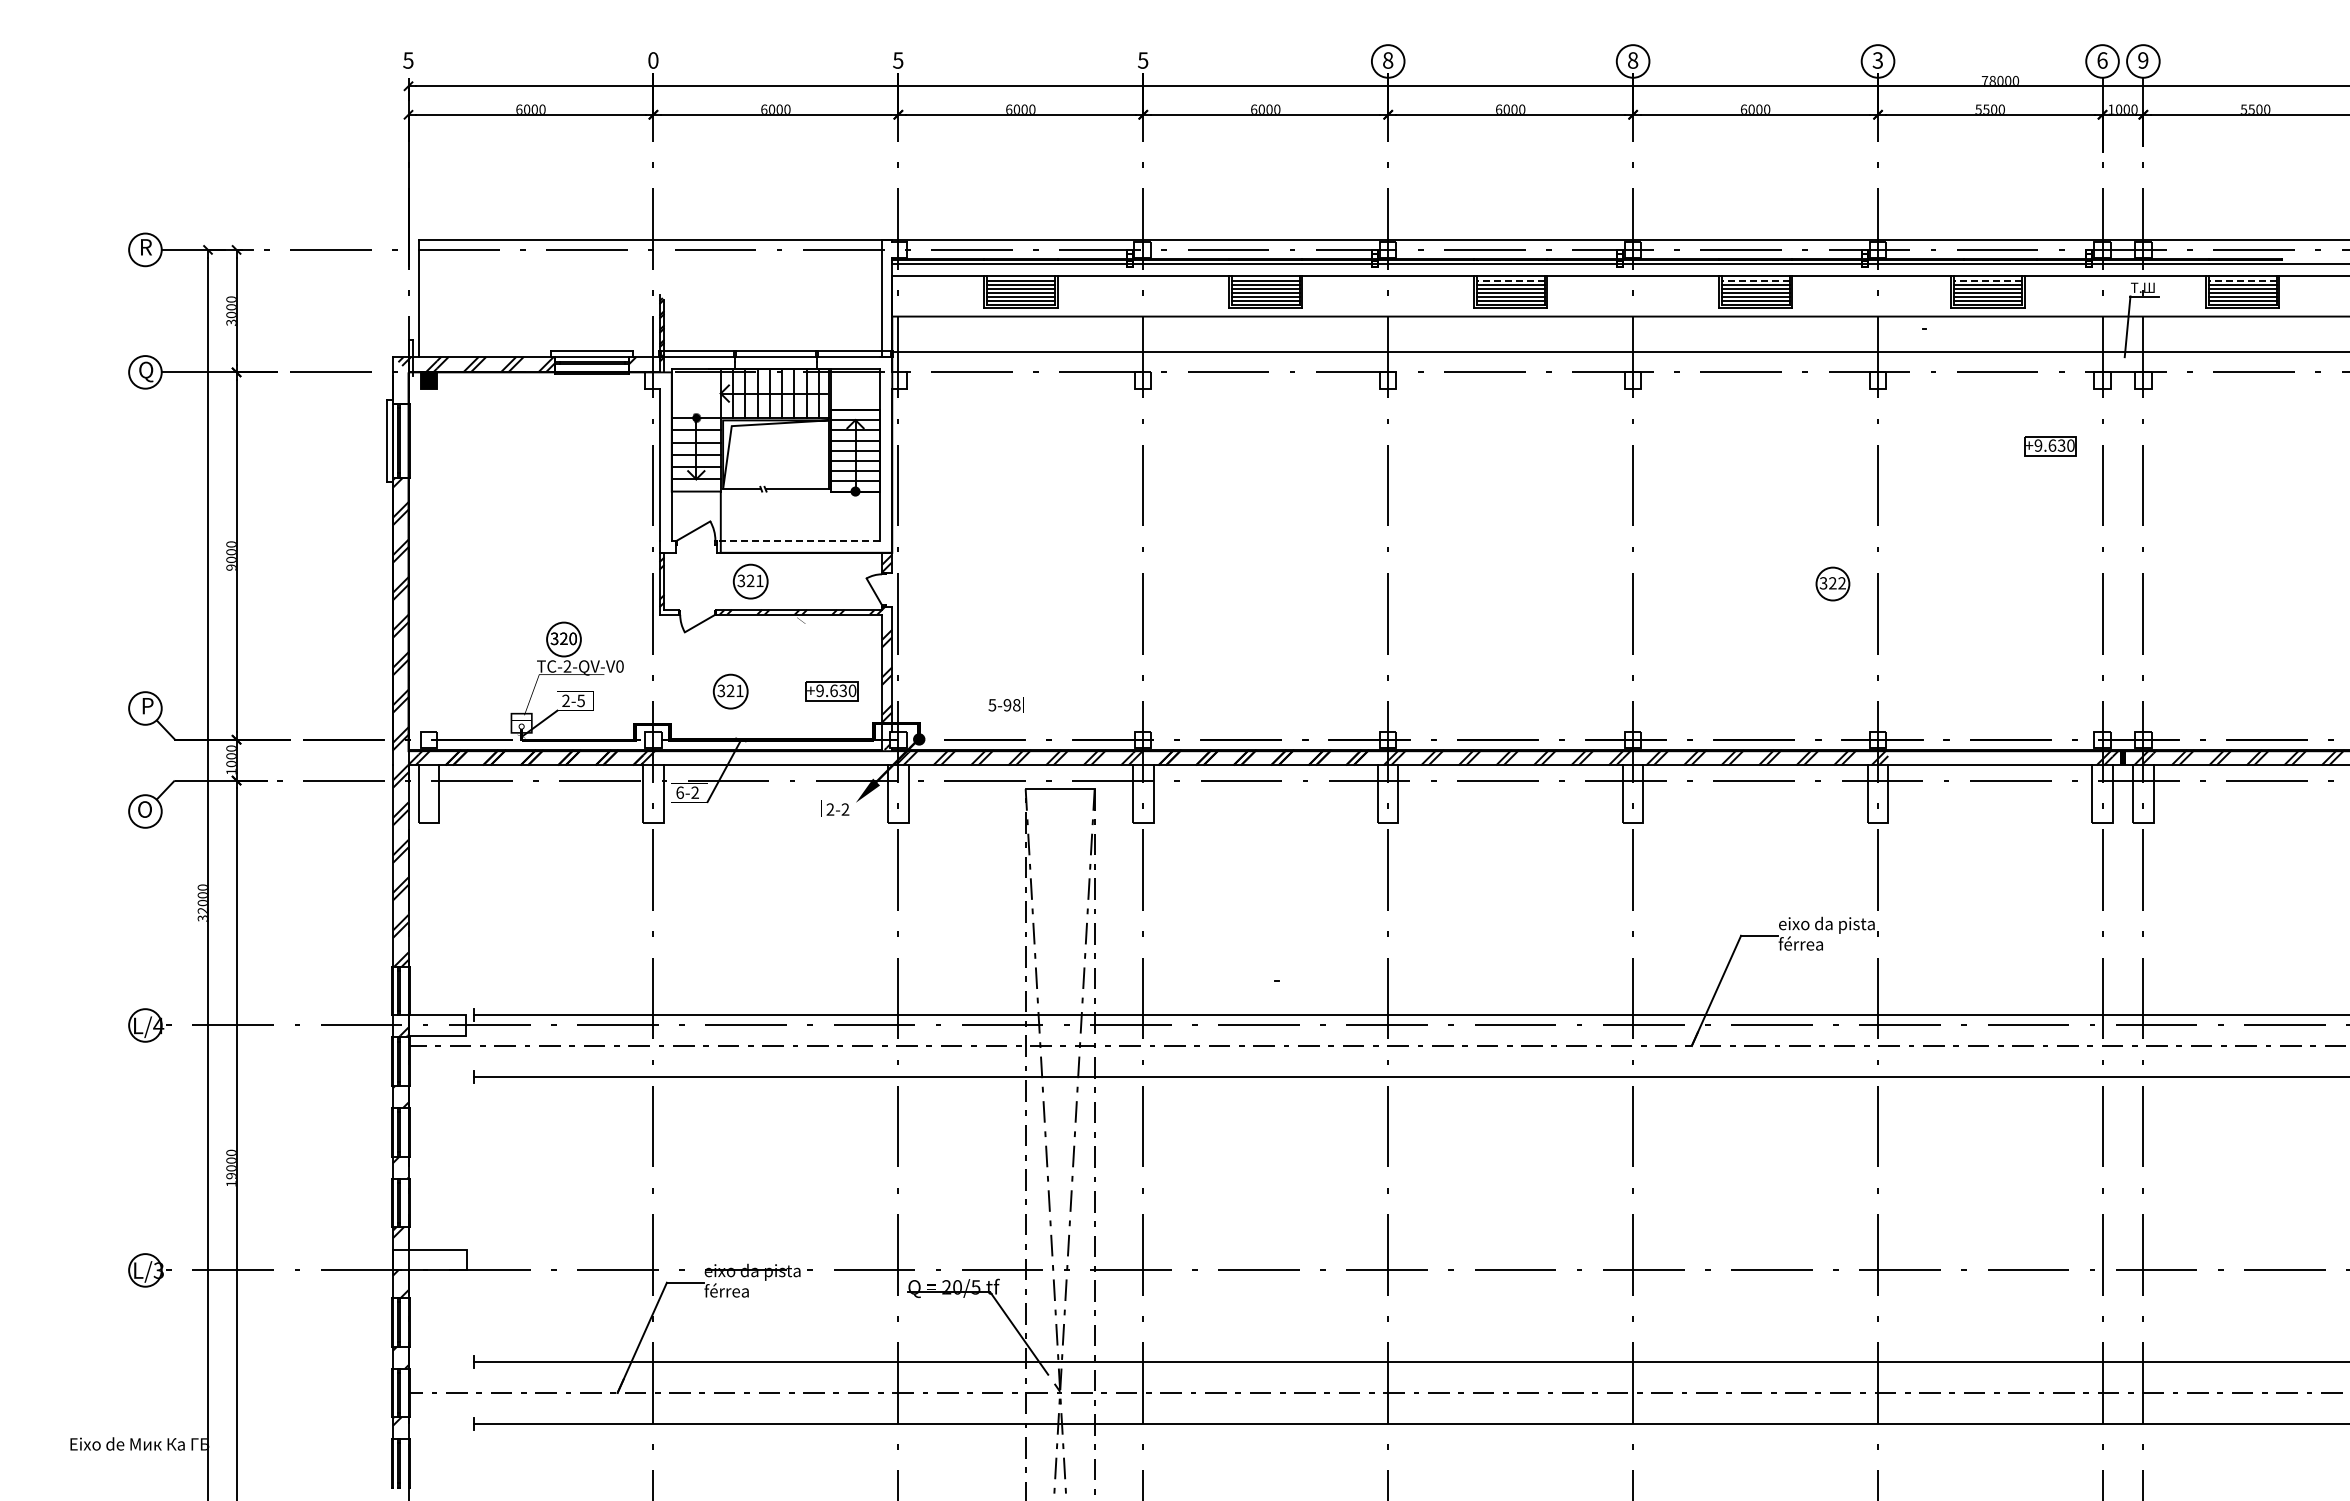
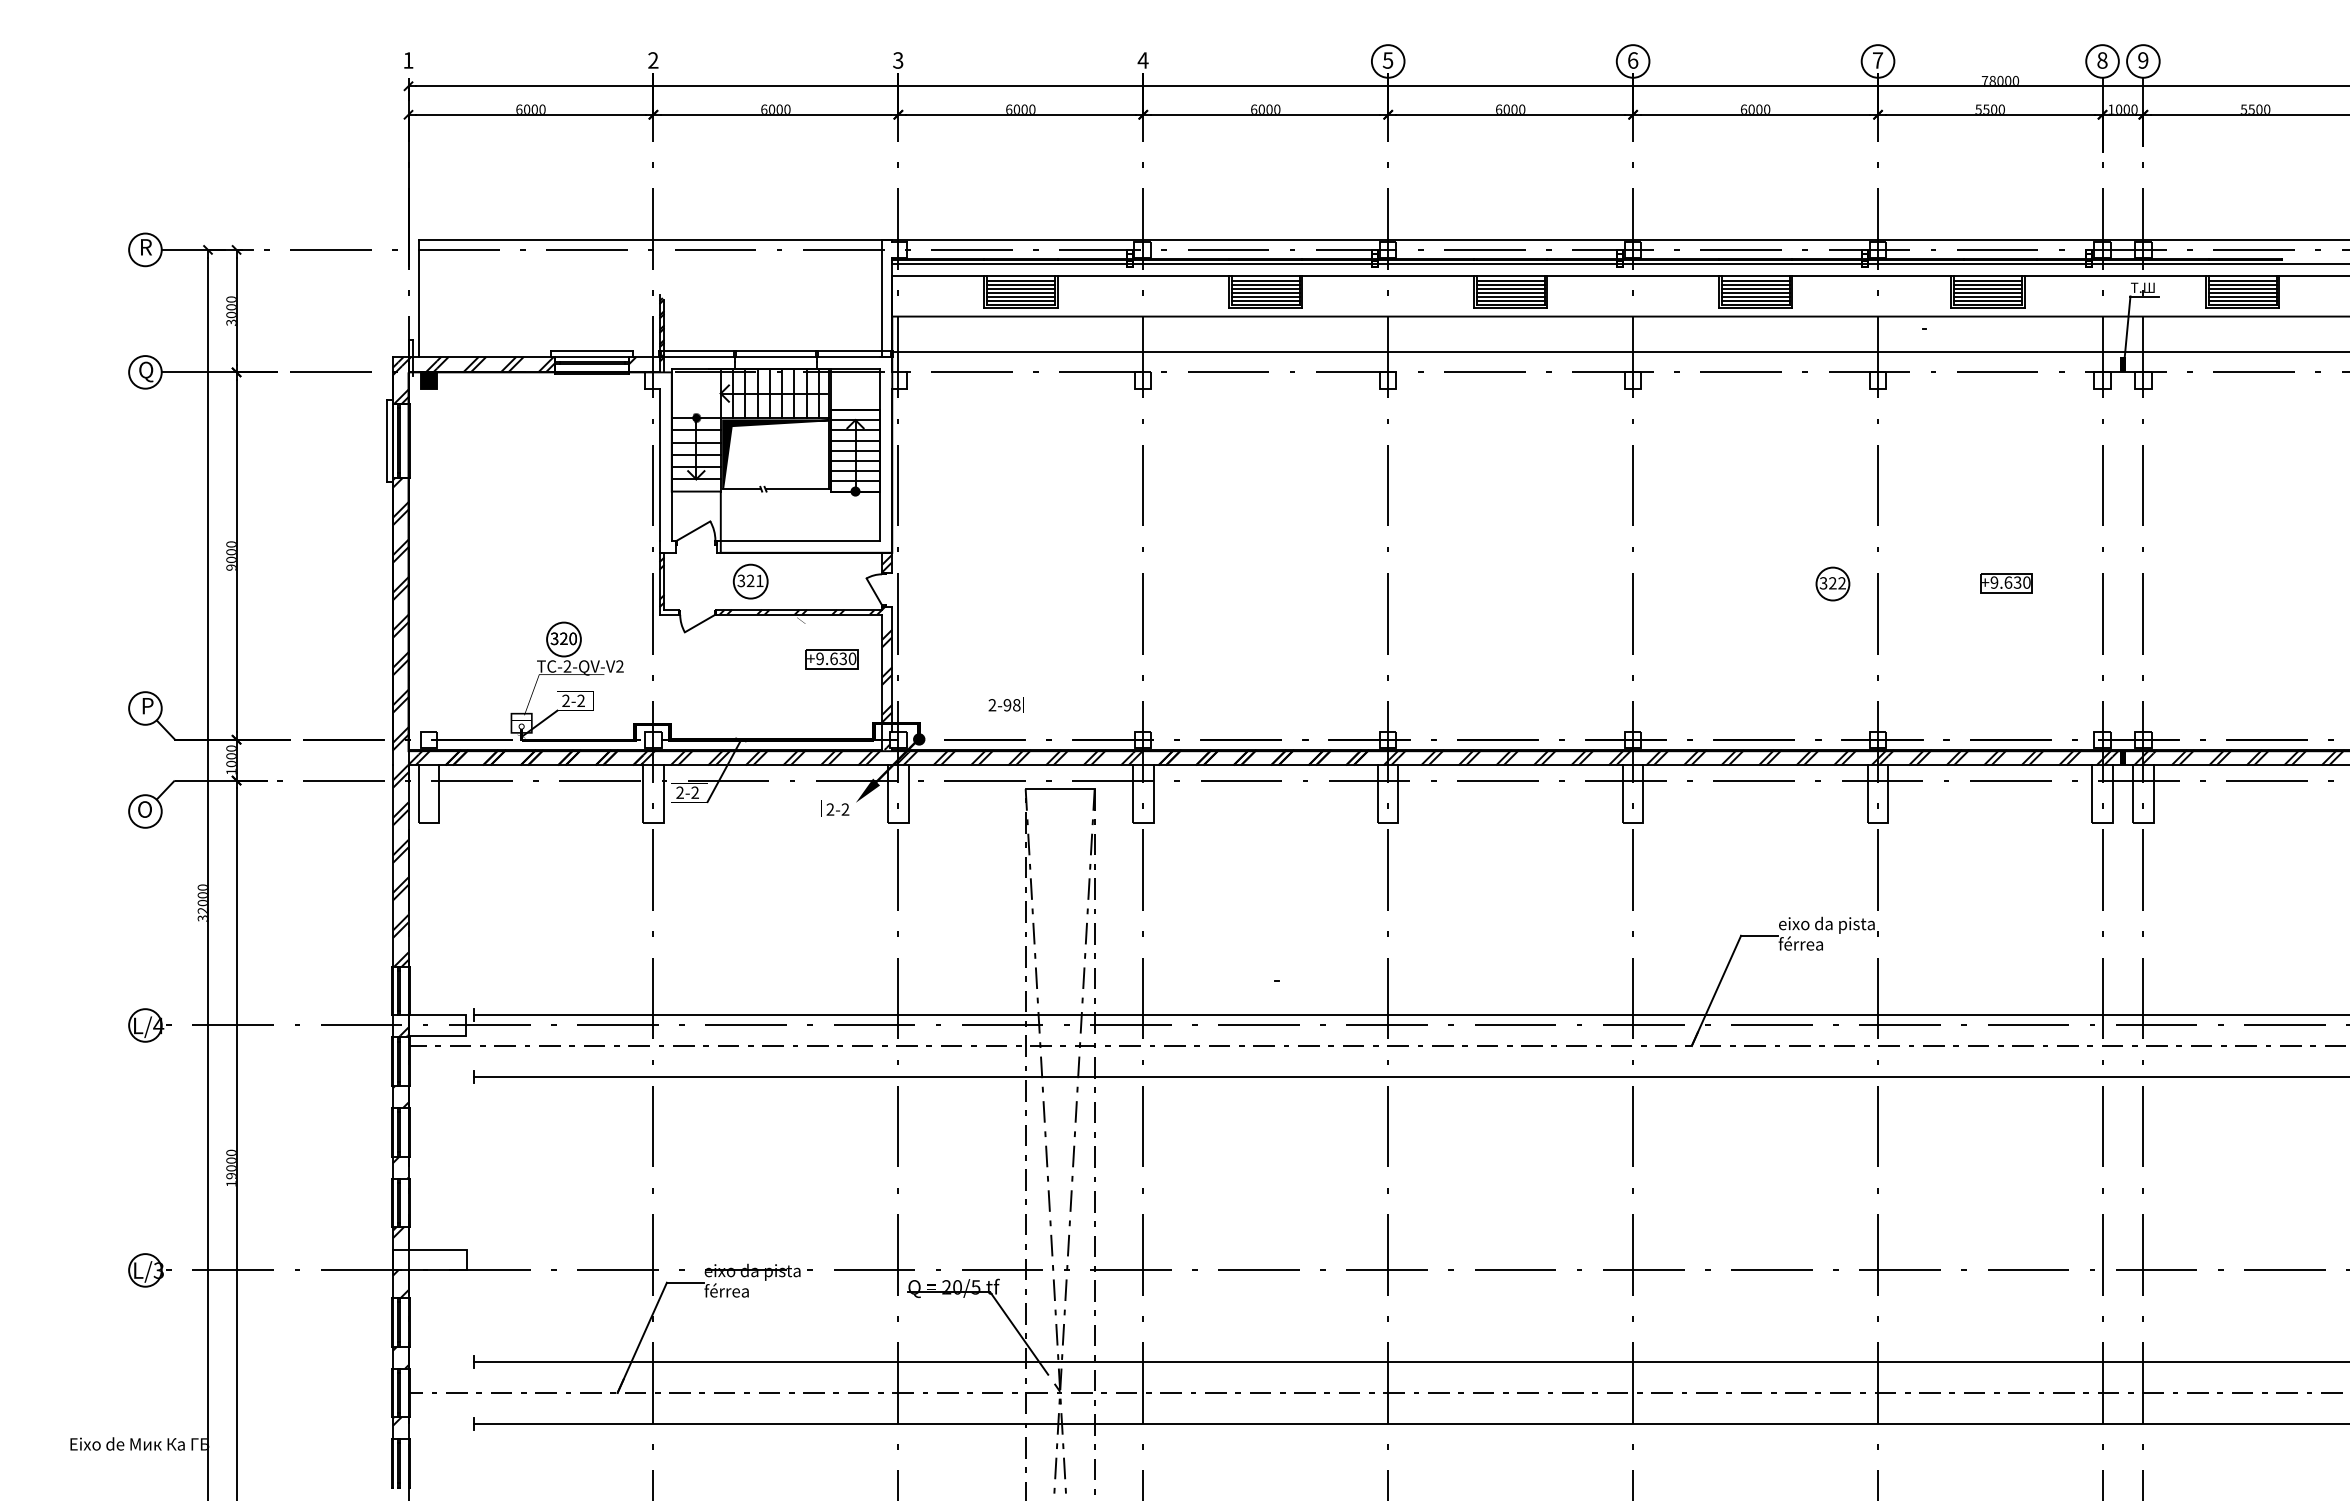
text at (408, 60): 5 -> 1
text at (653, 60): 0 -> 2
text at (898, 60): 5 -> 3
text at (1142, 60): 5 -> 4
text at (1387, 60): 8 -> 5
text at (1633, 60): 8 -> 6
text at (1877, 60): 3 -> 7
text at (2102, 60): 6 -> 8
line at (1510, 280): dashed -> solid
line at (1755, 280): dashed -> solid
line at (1987, 280): dashed -> solid
line at (2242, 280): dashed -> solid
fill at (2122, 364): none -> present
hatch at (400, 383): none -> present
part at (2050, 446) position: (2050, 446) -> (2006, 583)
fill at (776, 454): none -> present
line at (798, 540): dashed -> solid
text at (619, 666): -2-QV-V0 -> -2-QV-V2
part at (730, 691): present -> none
part at (831, 691) position: (831, 691) -> (831, 659)
text at (580, 700): 2-5 -> 2-2
text at (992, 705): 5-98 -> 2-98
hatch at (775, 757): none -> present
hatch at (1984, 757): none -> present
text at (679, 792): 6-2 -> 2-2
